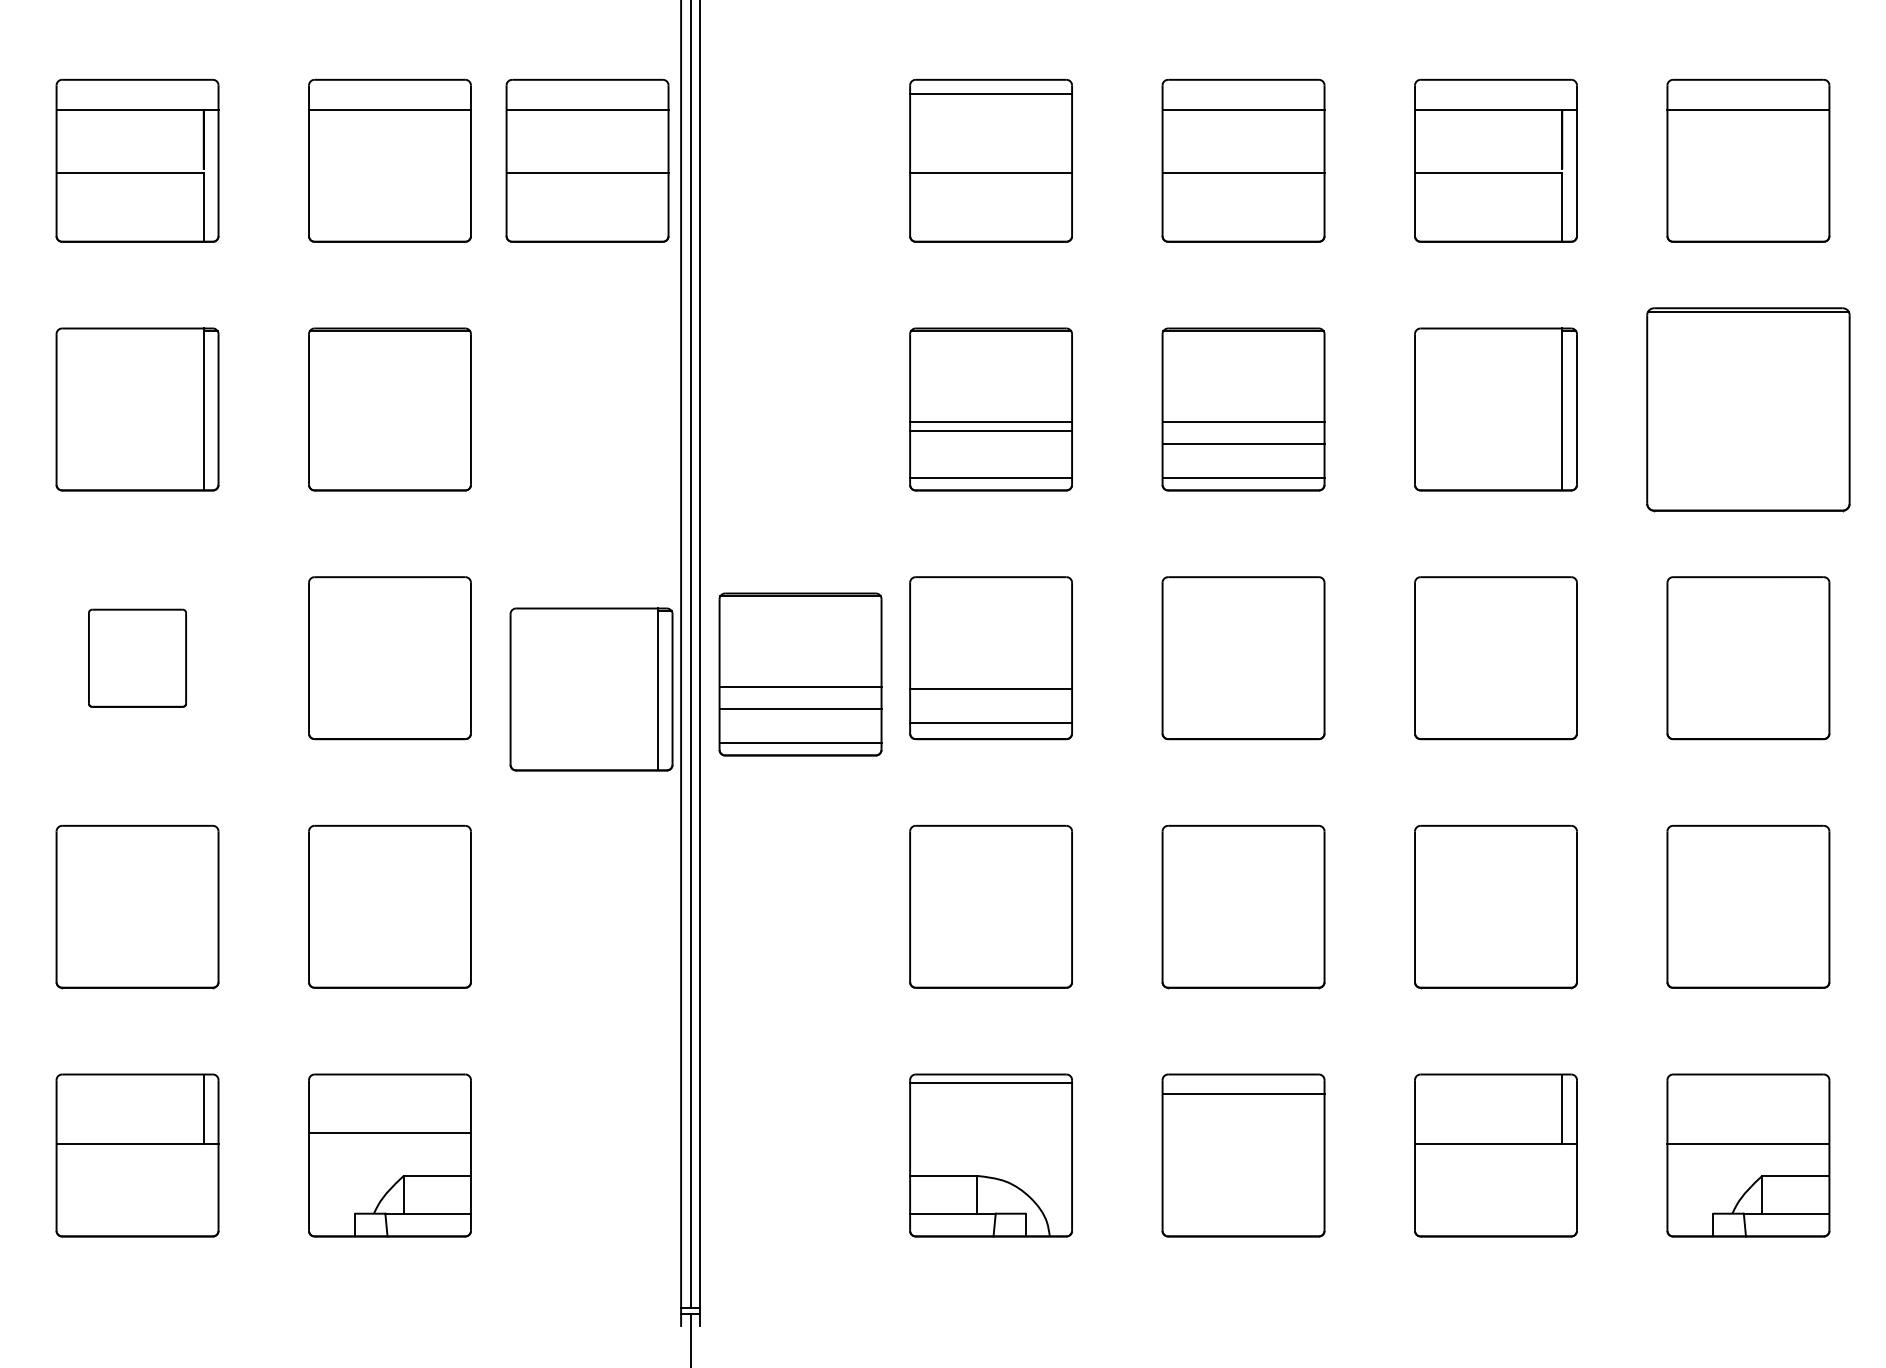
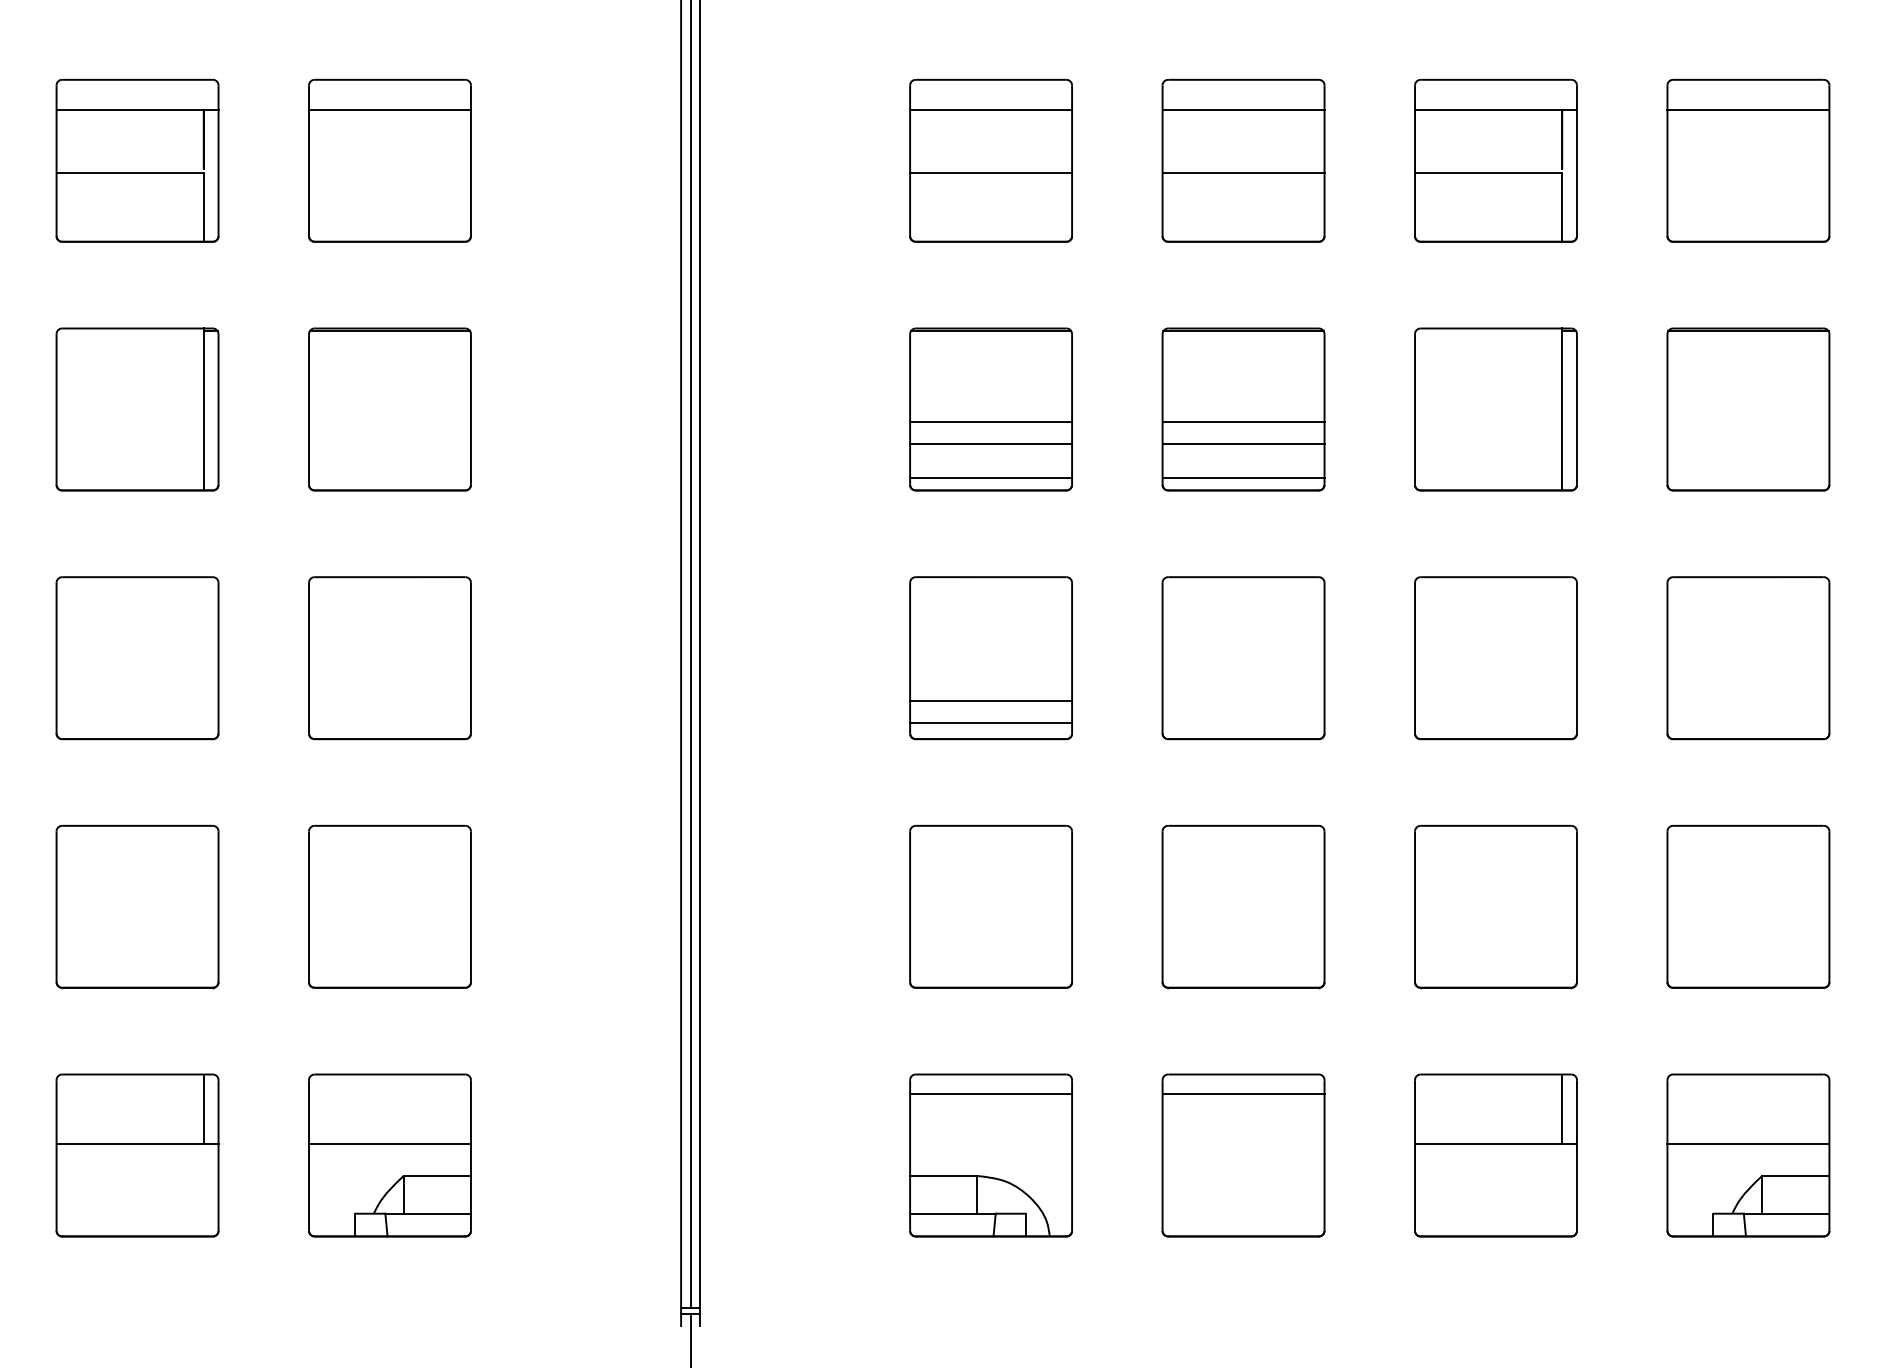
line at (991, 93) position: (991, 93) -> (991, 109)
part at (587, 160): present -> none
part at (1748, 409) size: 205x206 px -> 165x165 px
line at (991, 431) position: (991, 431) -> (991, 444)
part at (137, 657) size: 99x100 px -> 165x165 px
part at (800, 674): present -> none
line at (991, 688) position: (991, 688) -> (991, 700)
part at (591, 689): present -> none
line at (991, 1083) position: (991, 1083) -> (991, 1094)
line at (389, 1132) position: (389, 1132) -> (389, 1143)
